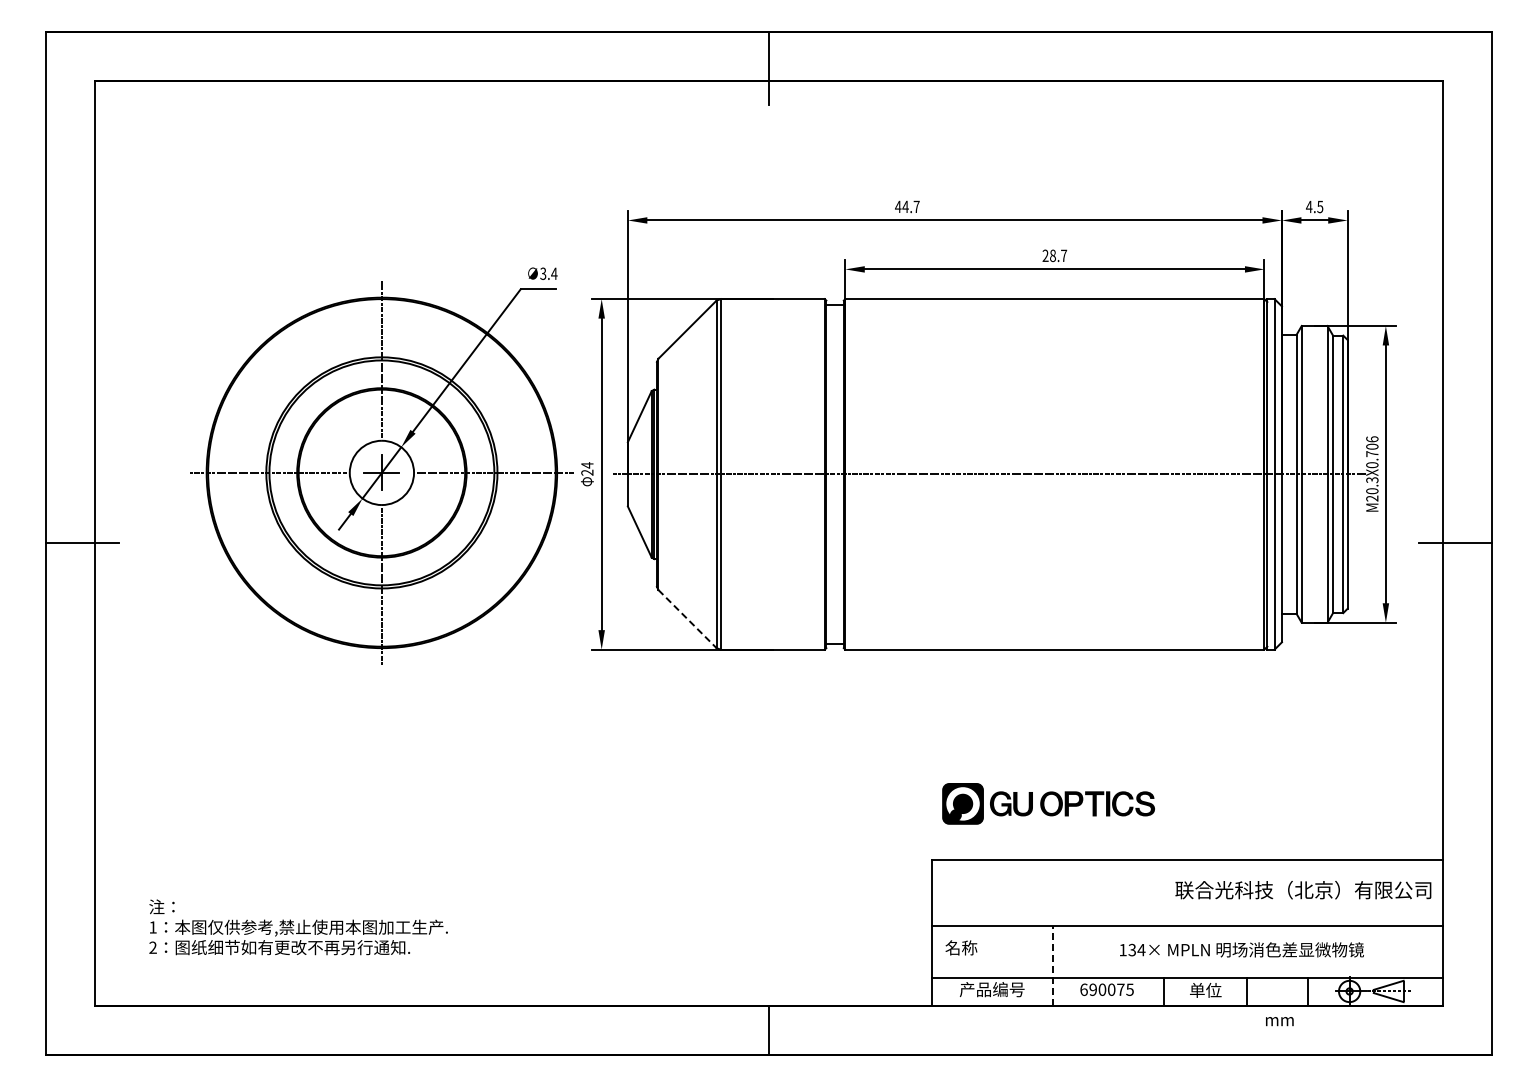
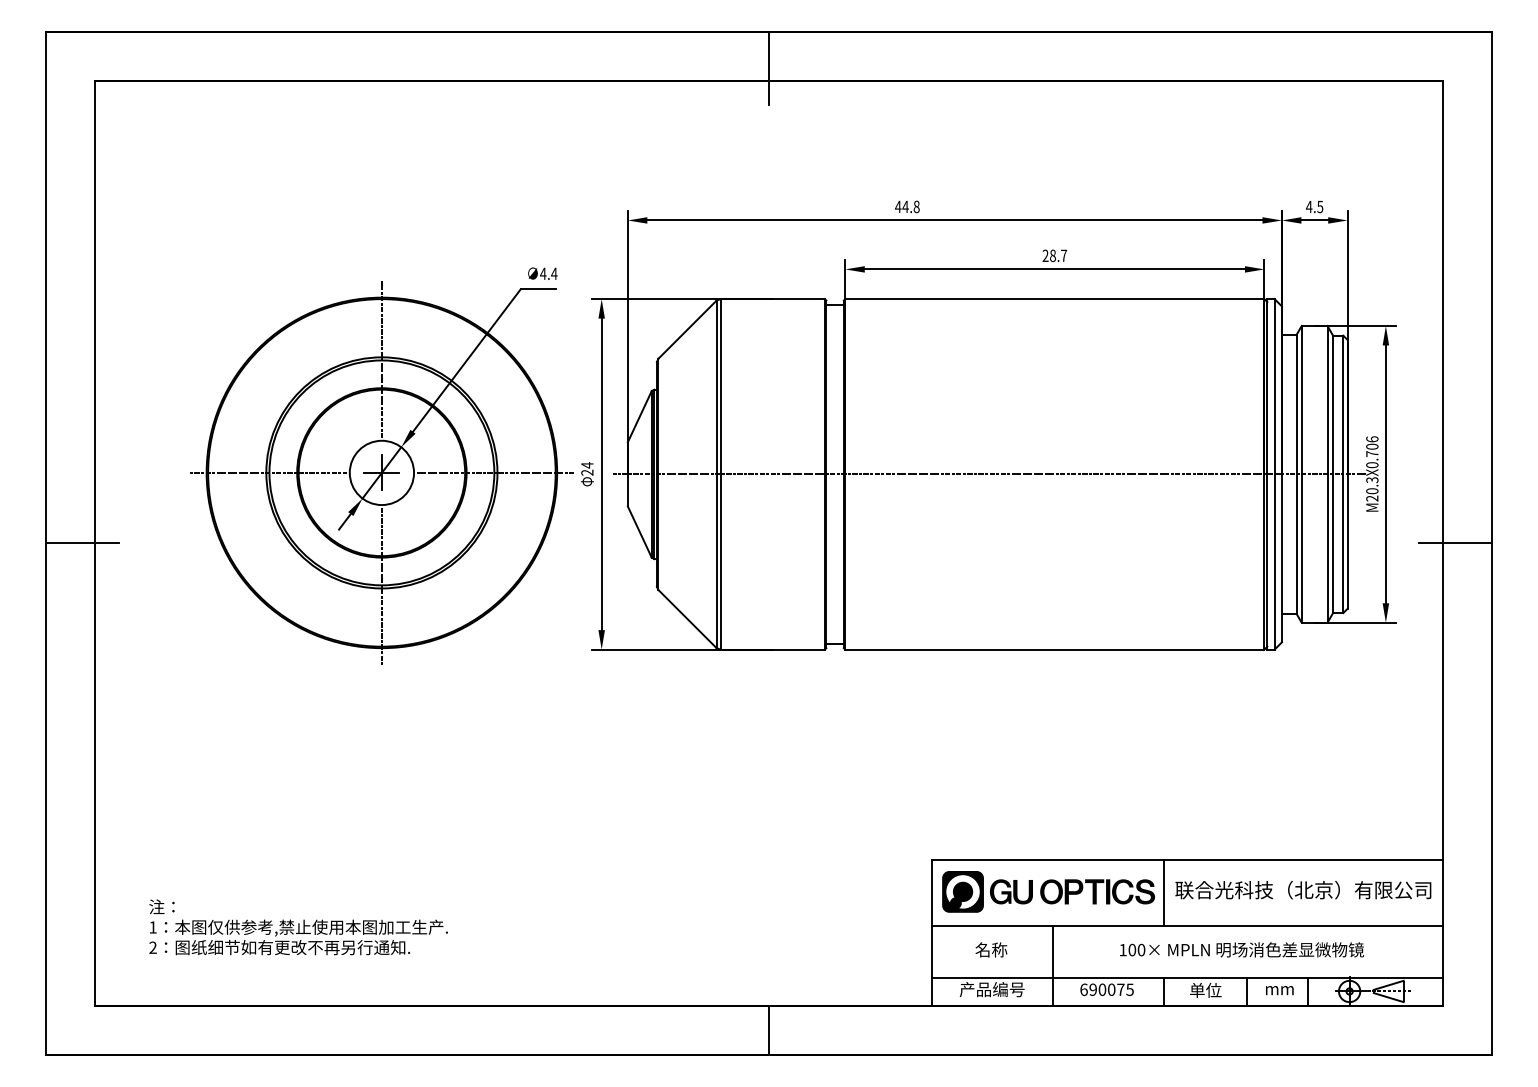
text at (916, 206): 44.7 -> 44.8
text at (543, 273): 3.4 -> 4.4
line at (687, 619): dashed -> solid
part at (1048, 803) position: (1048, 803) -> (1048, 891)
line at (1163, 892): none -> present
text at (961, 947) position: (961, 947) -> (991, 949)
text at (1136, 949): 134× -> 100×
line at (1052, 966): dashed -> solid
text at (1279, 1021) position: (1279, 1021) -> (1279, 990)
